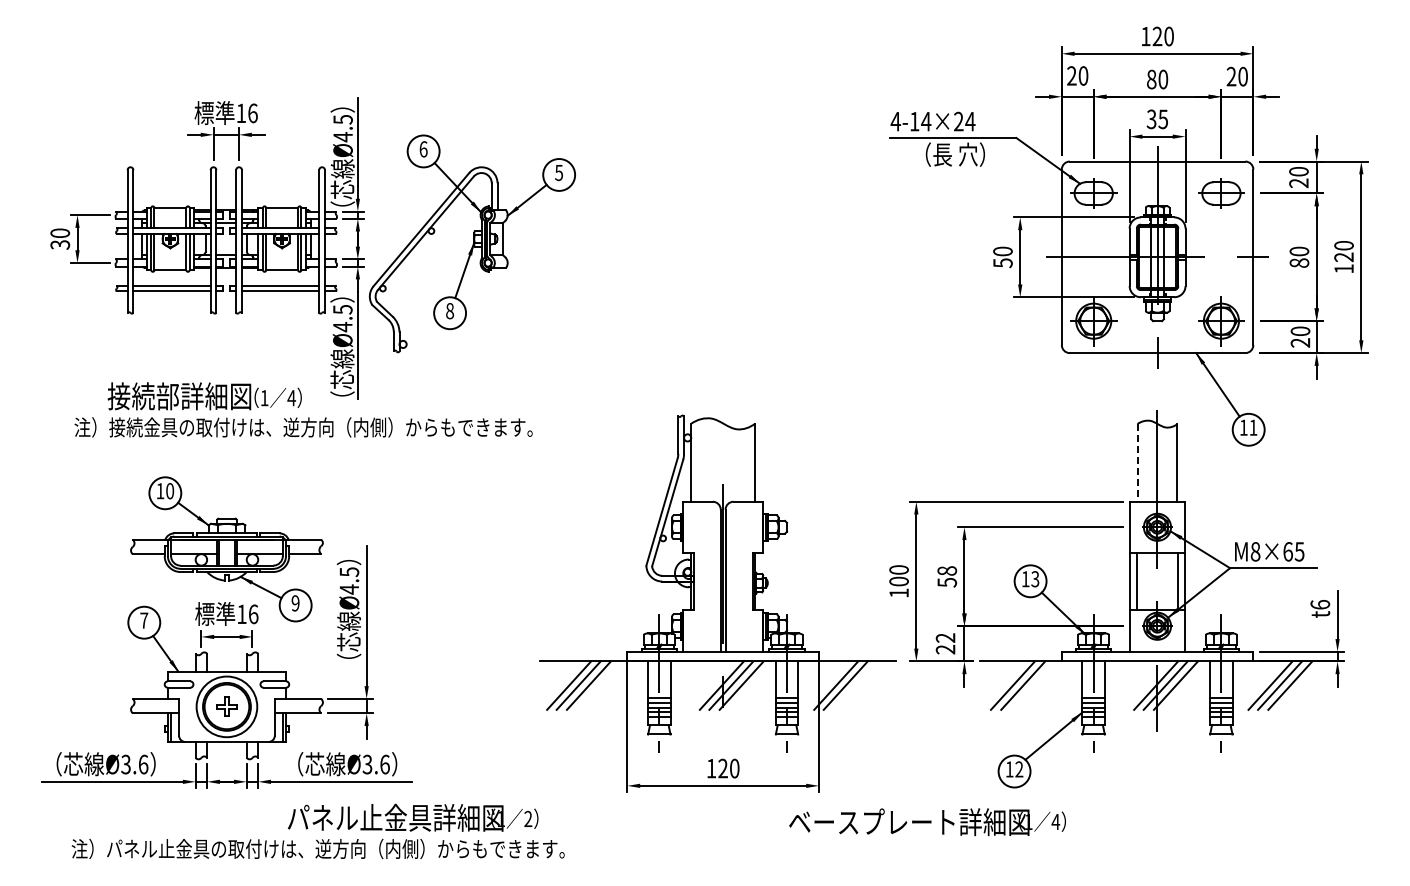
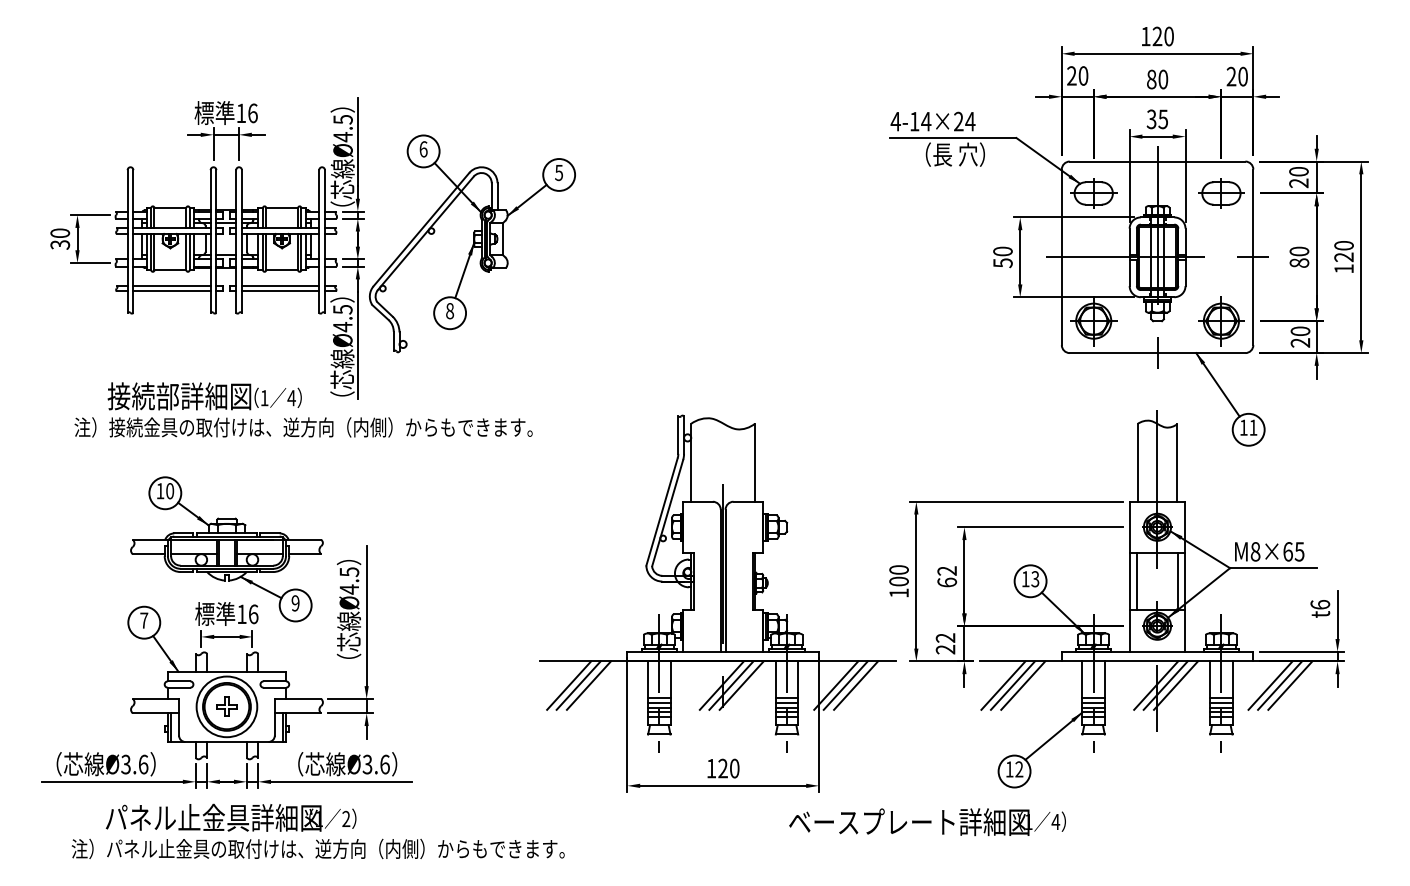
line at (1137, 462): dashed -> solid
text at (947, 576): 58 -> 62
line at (856, 685): none -> present
line at (1003, 685): none -> present
text at (412, 817) position: (412, 817) -> (230, 817)
